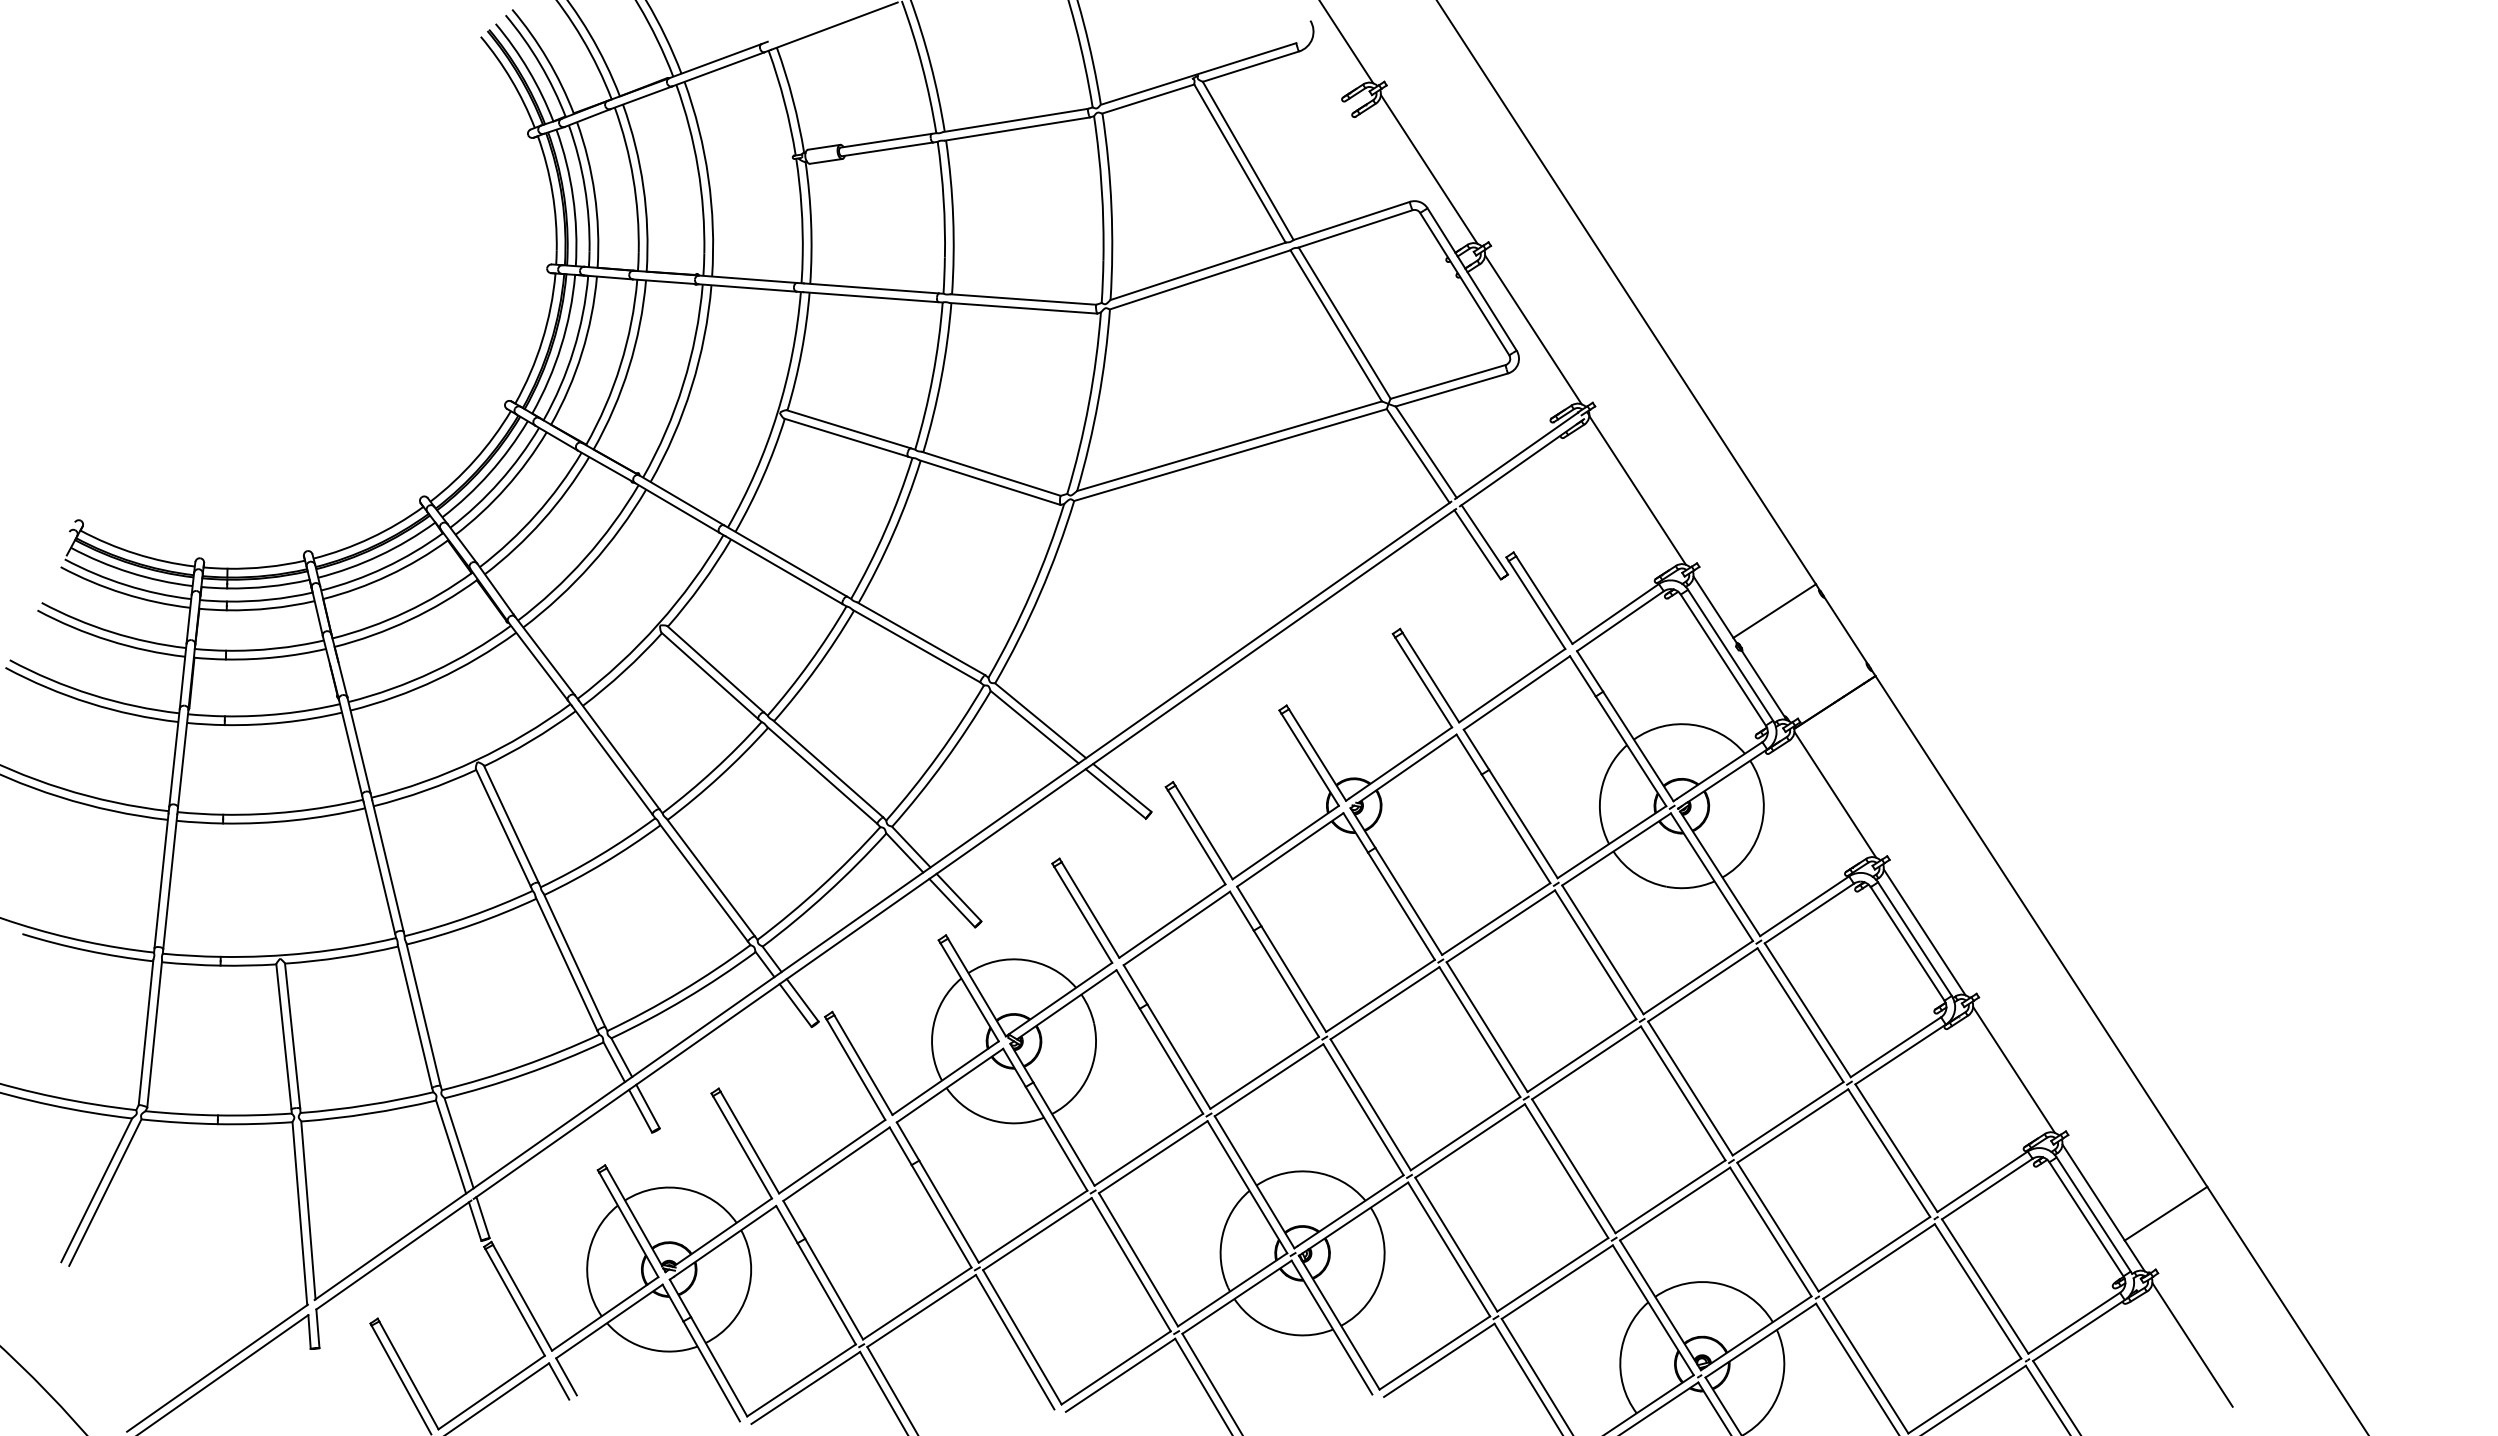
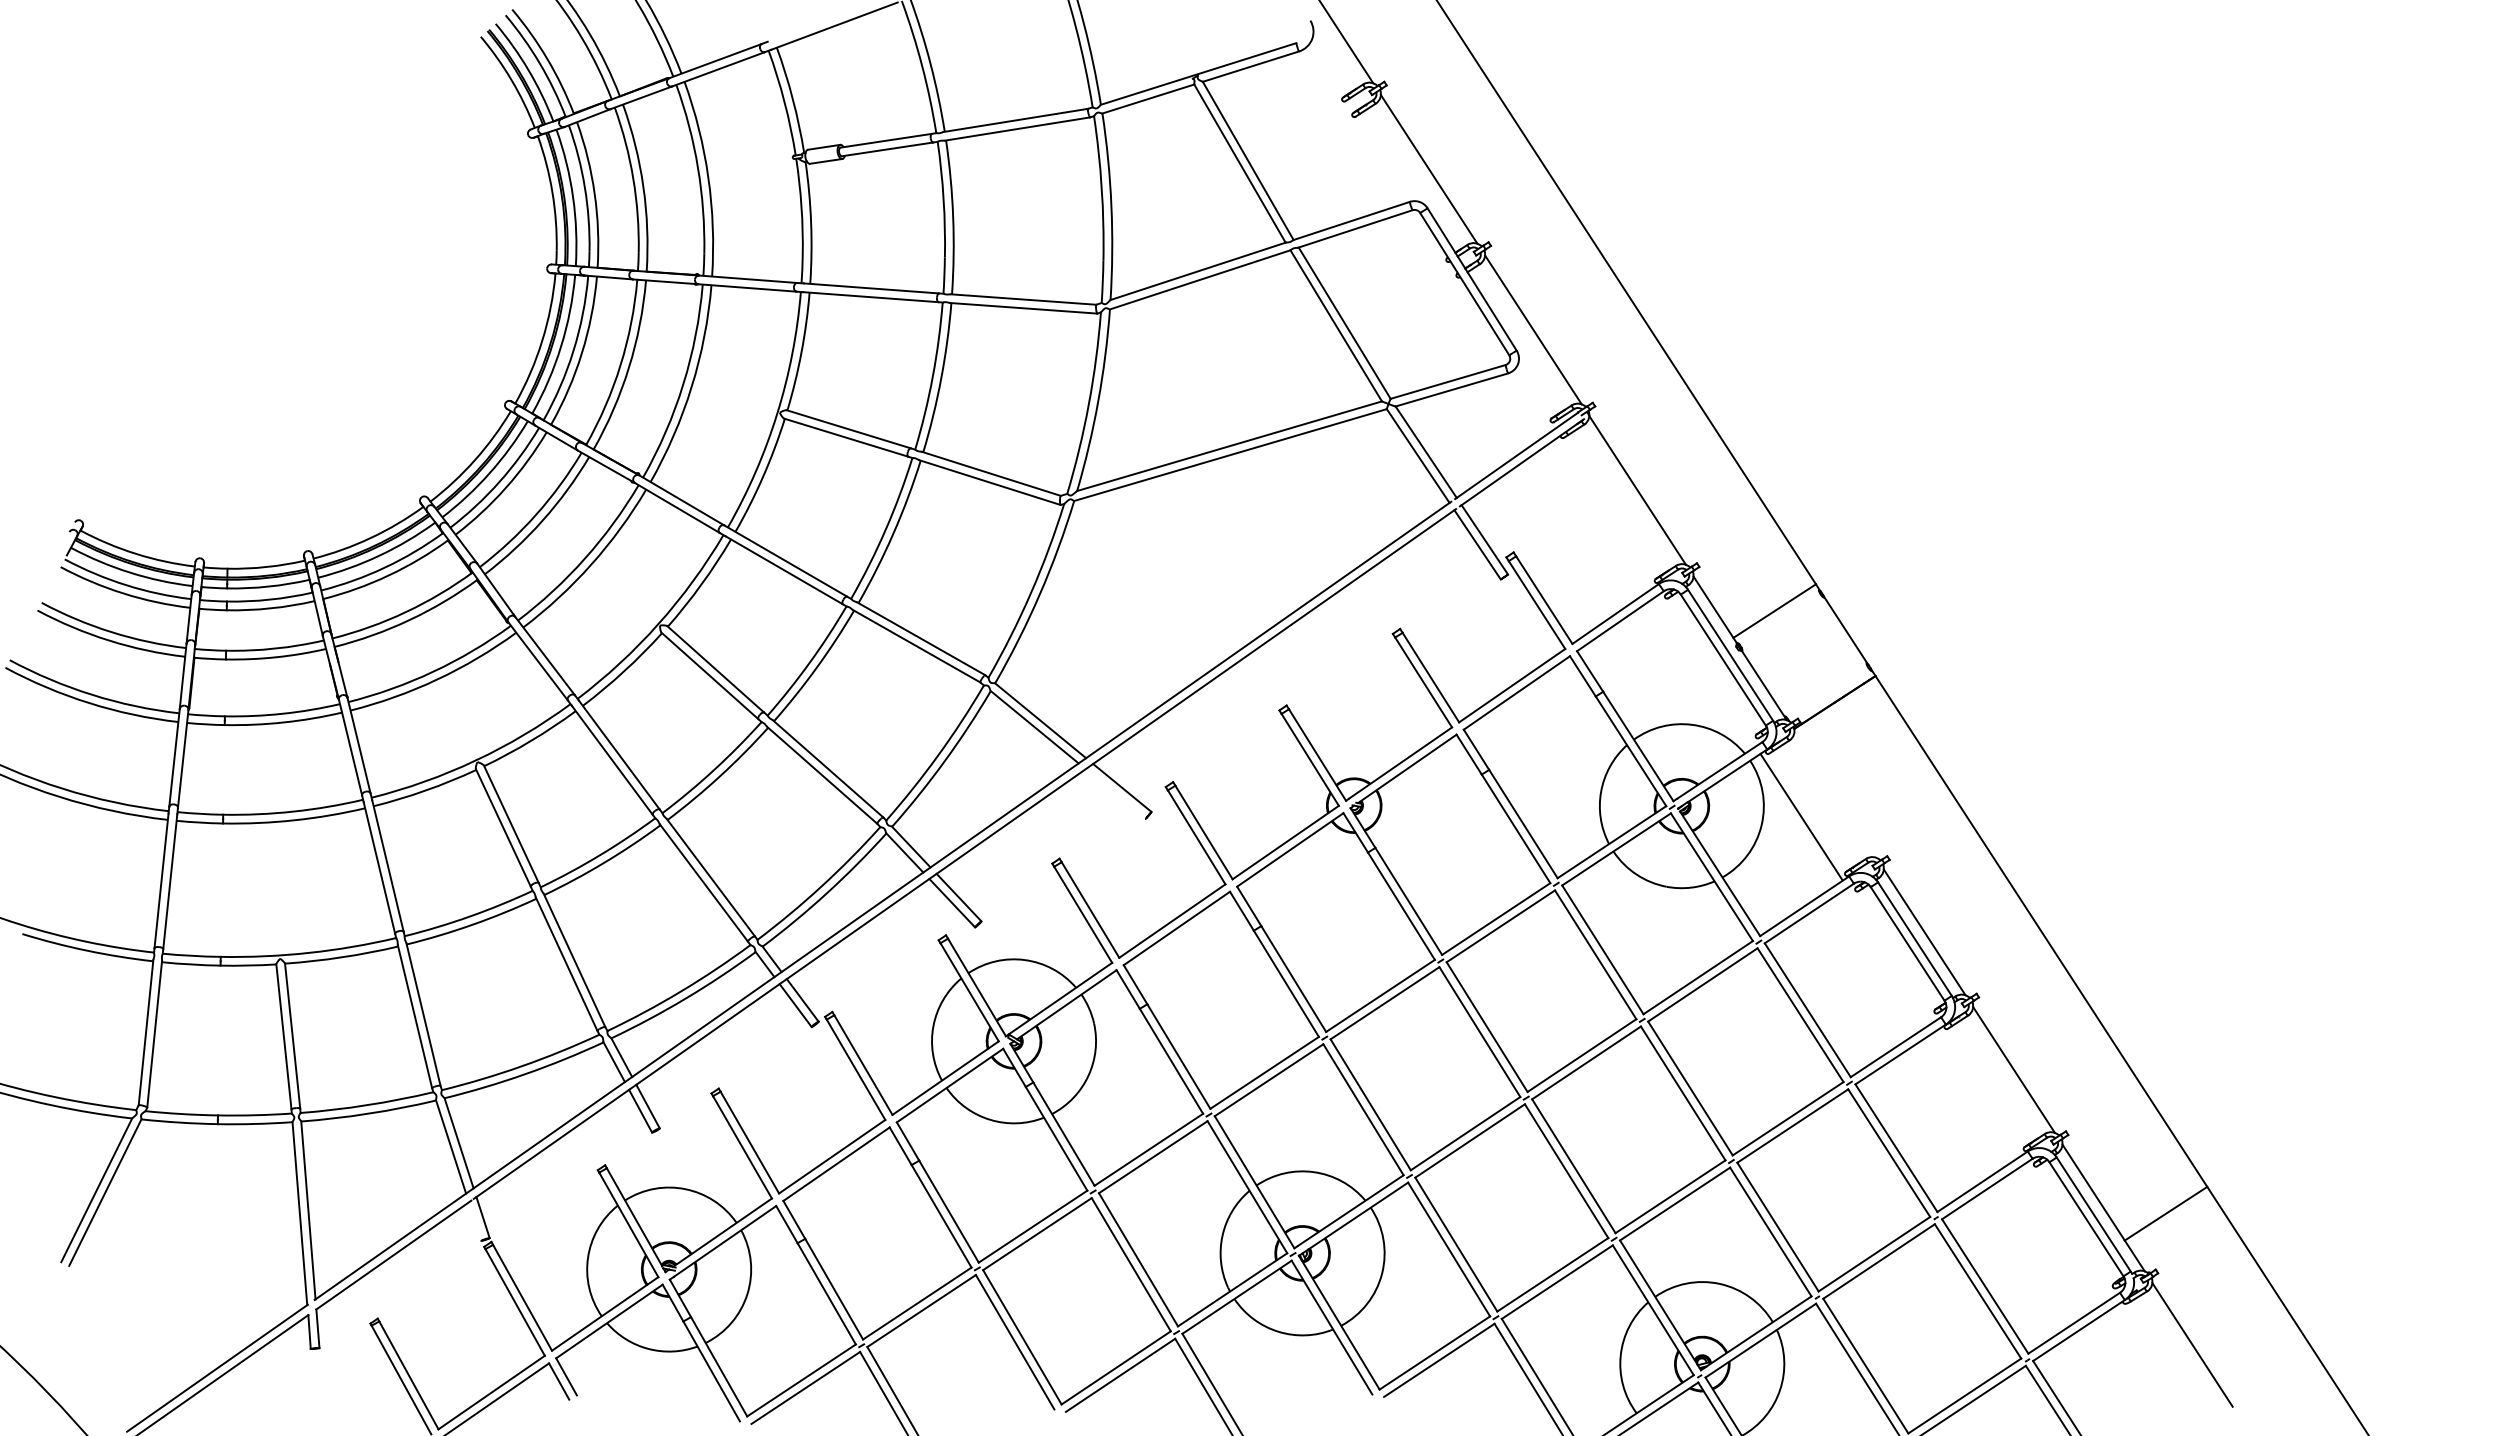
line at (1115, 793): present -> none
line at (1835, 794) position: (1835, 794) -> (1801, 816)
line at (474, 1221): present -> none
